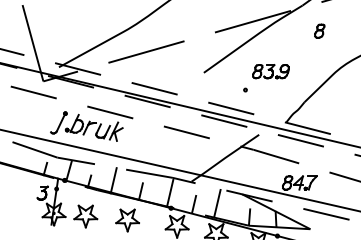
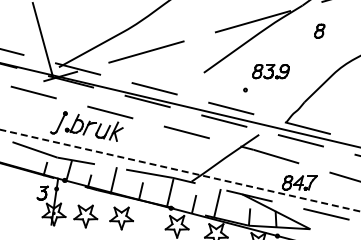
line at (32, 41) position: (32, 41) -> (42, 40)
line at (181, 170): solid -> dashed
part at (127, 220) position: (127, 220) -> (121, 218)
